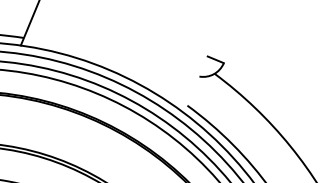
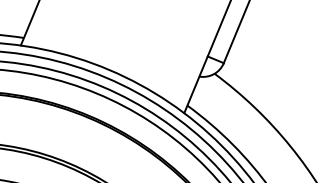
line at (236, 32): none -> present
line at (207, 57): none -> present
